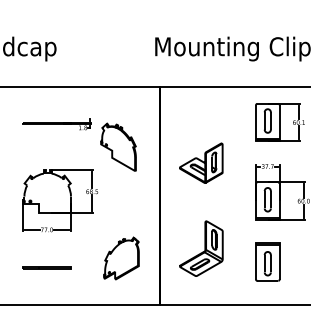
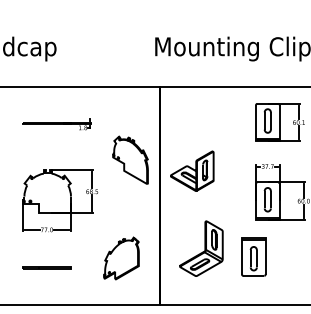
part at (118, 146) position: (118, 146) -> (130, 159)
part at (201, 162) position: (201, 162) -> (192, 170)
part at (267, 261) position: (267, 261) -> (253, 256)
